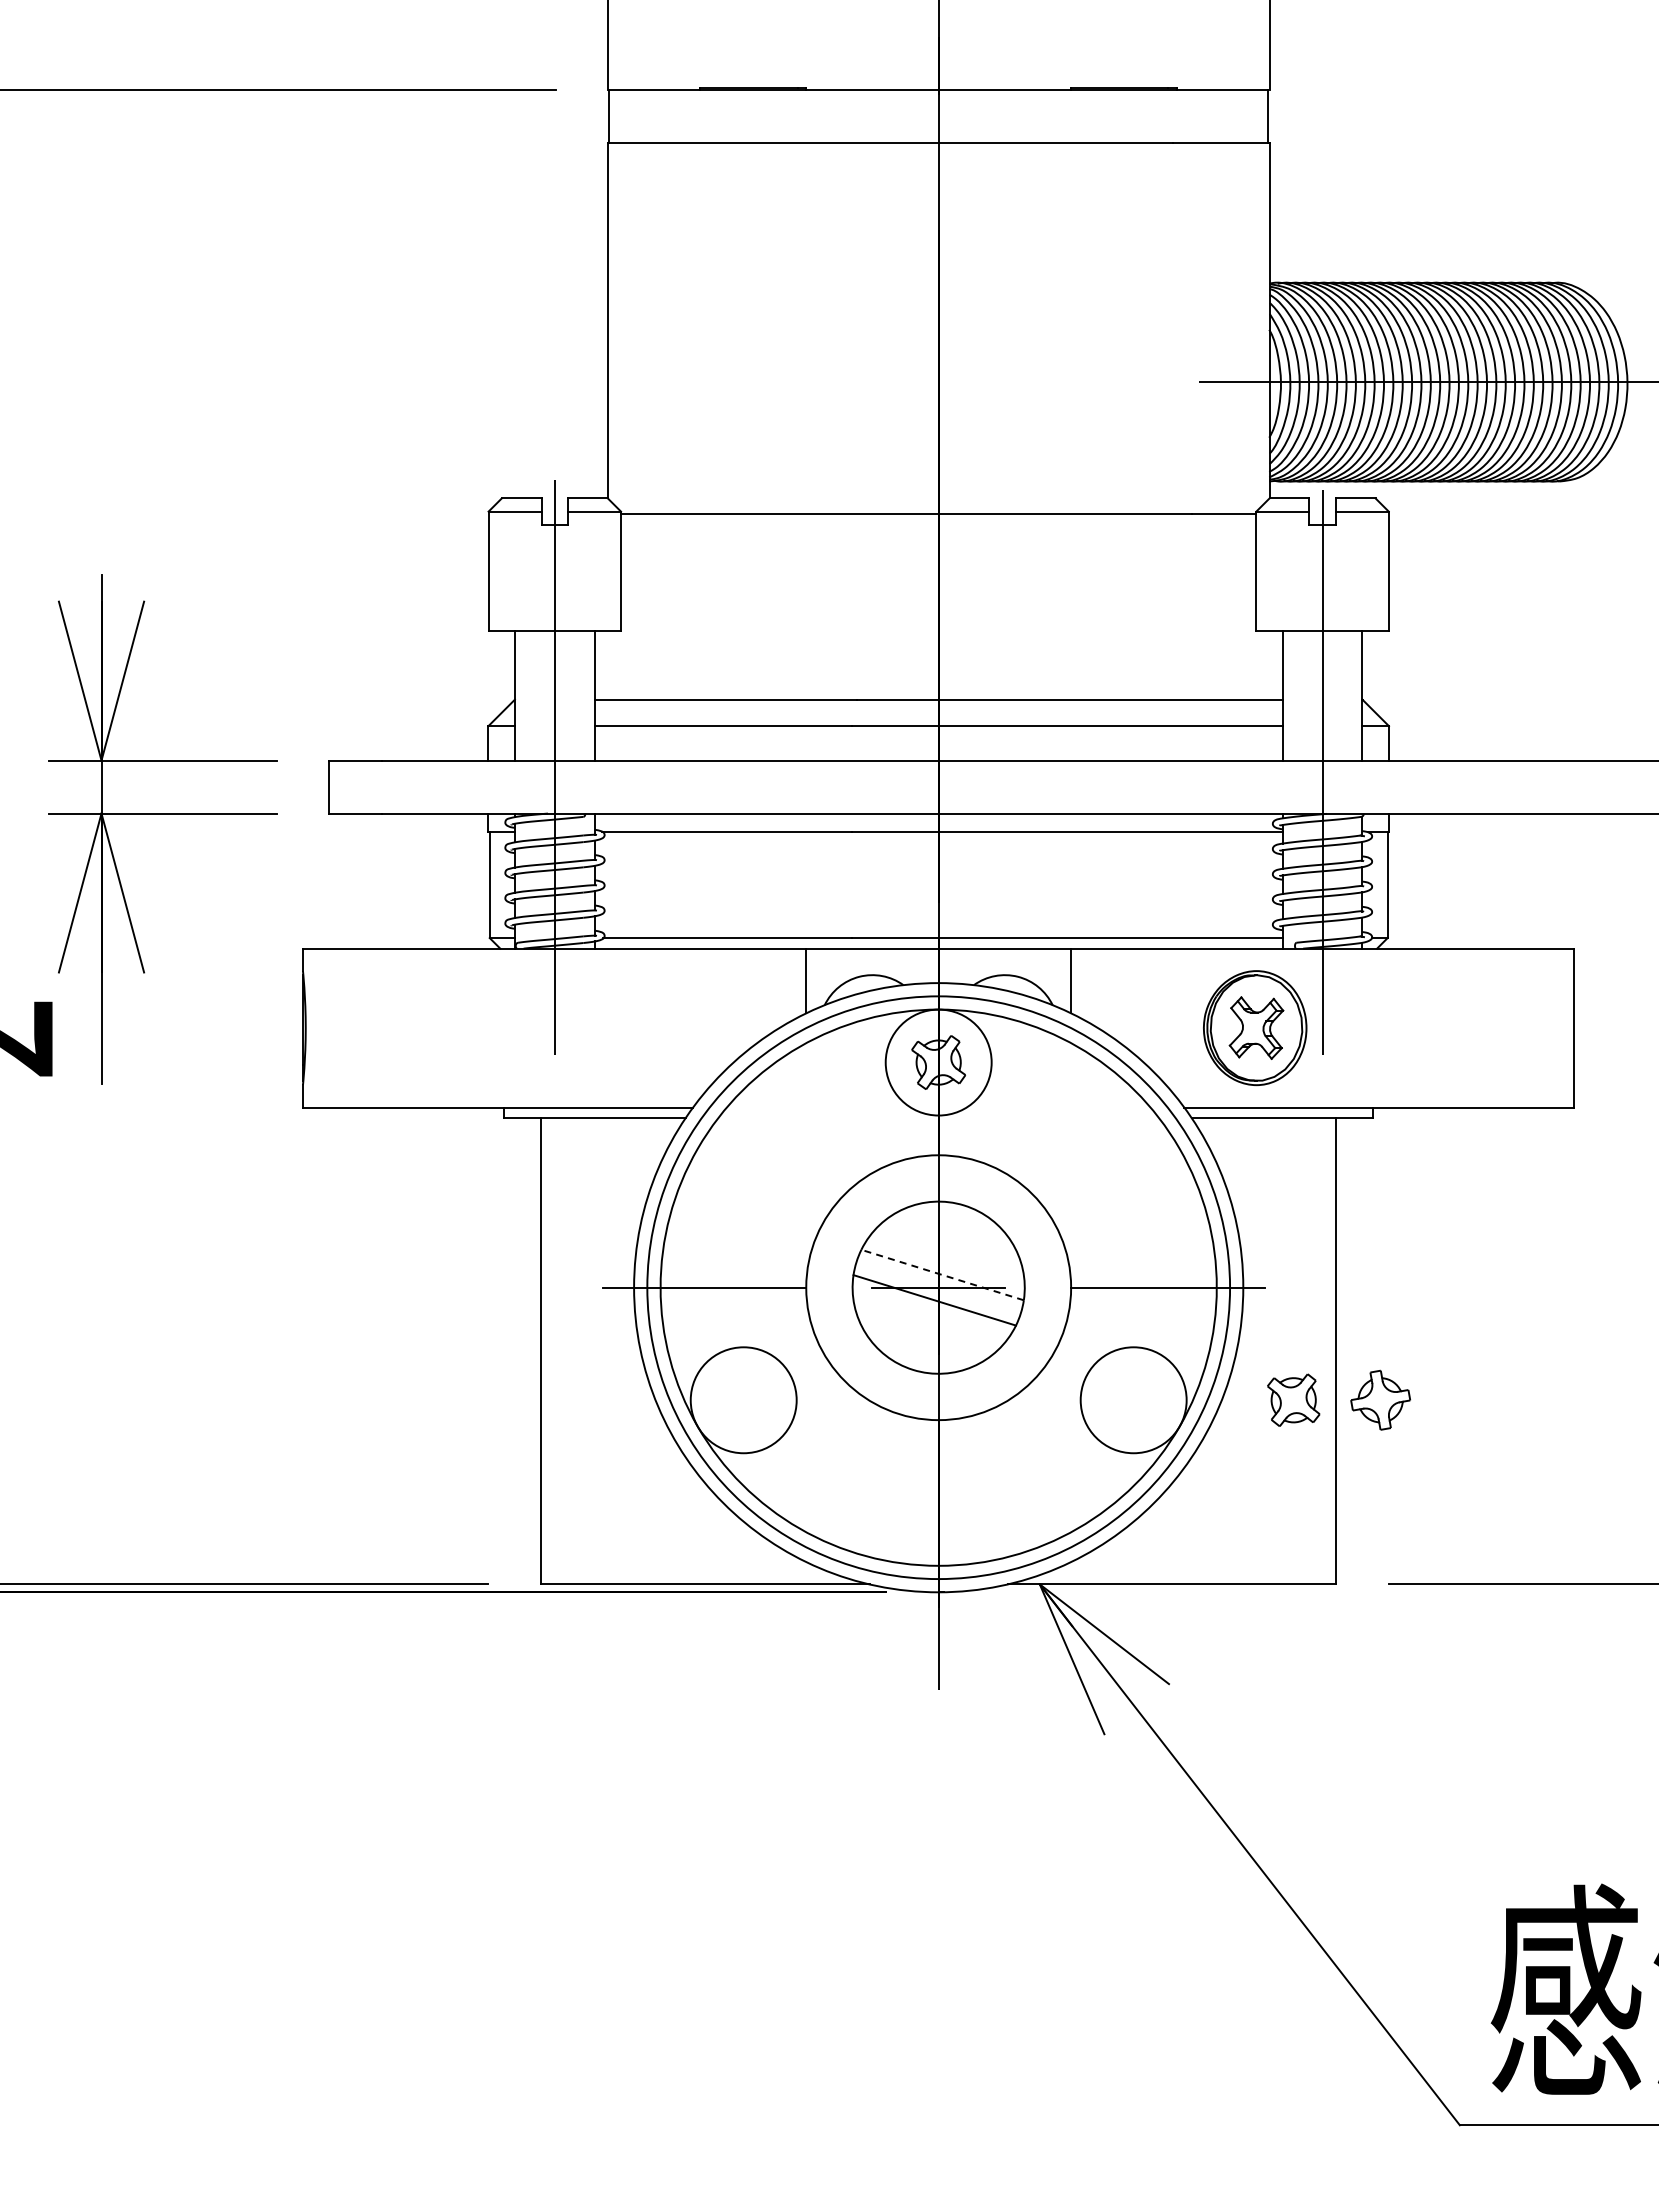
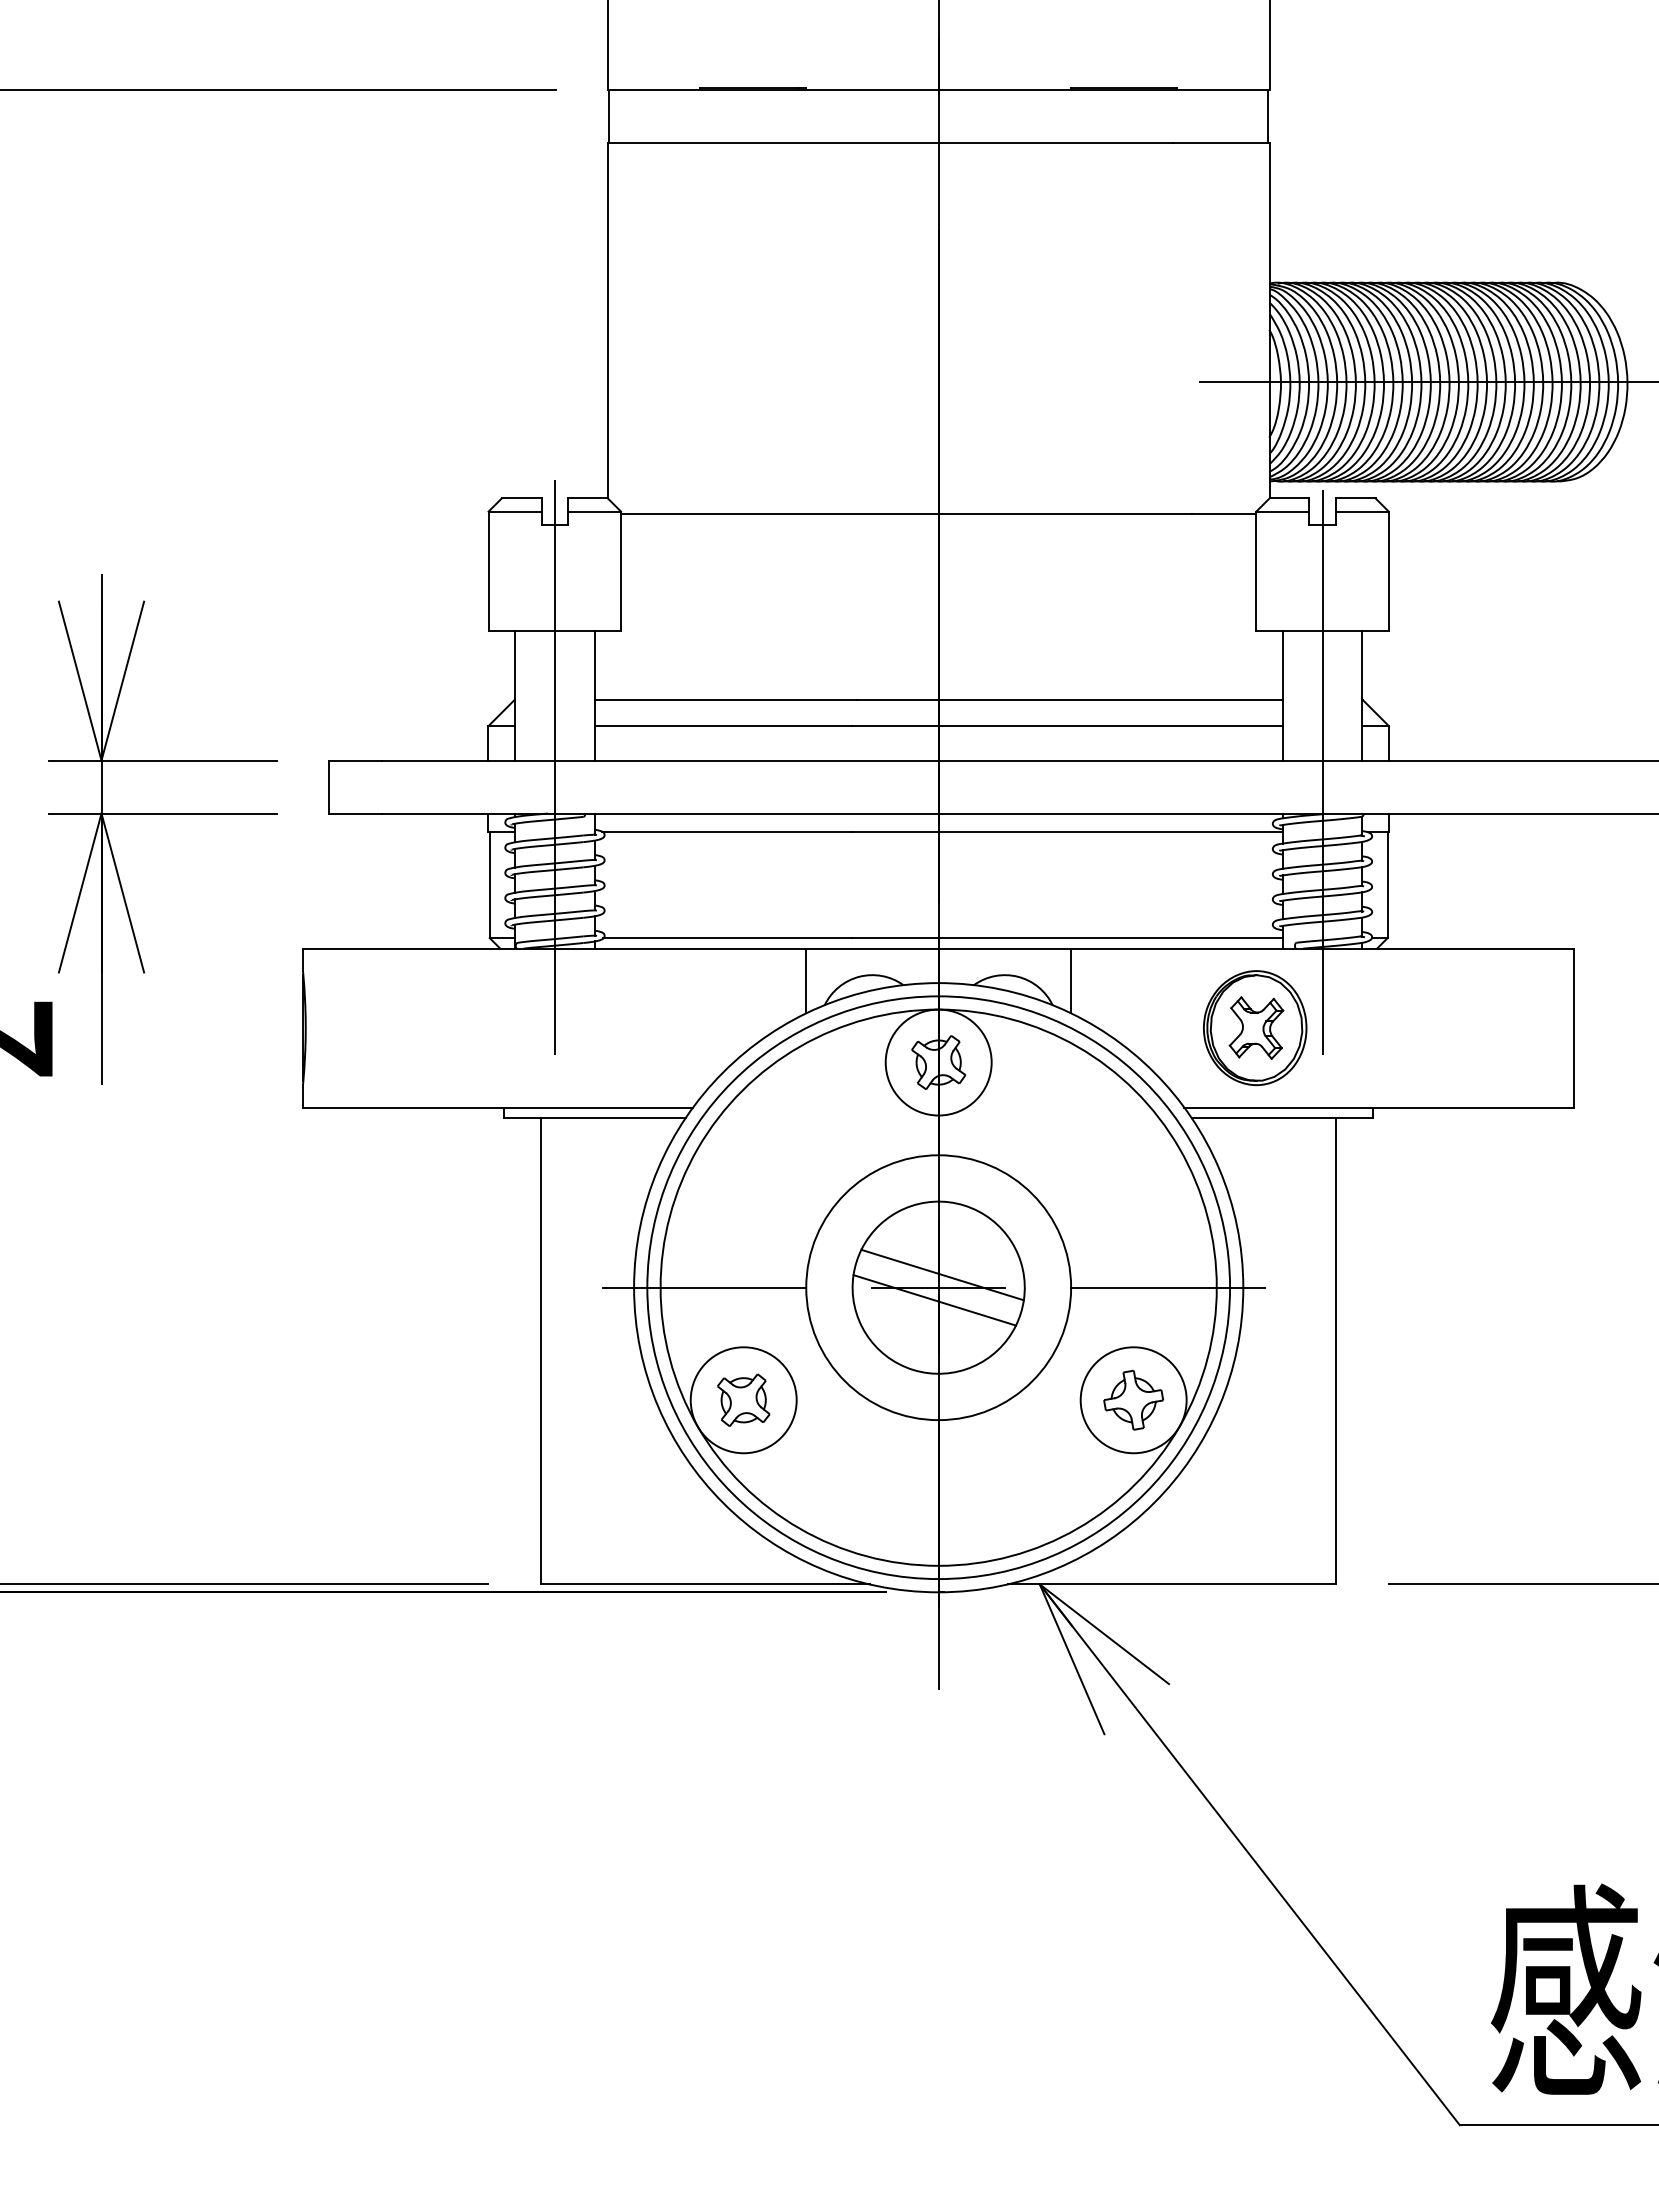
line at (942, 1274): dashed -> solid
part at (1293, 1399) position: (1293, 1399) -> (743, 1399)
part at (1380, 1399) position: (1380, 1399) -> (1133, 1399)
